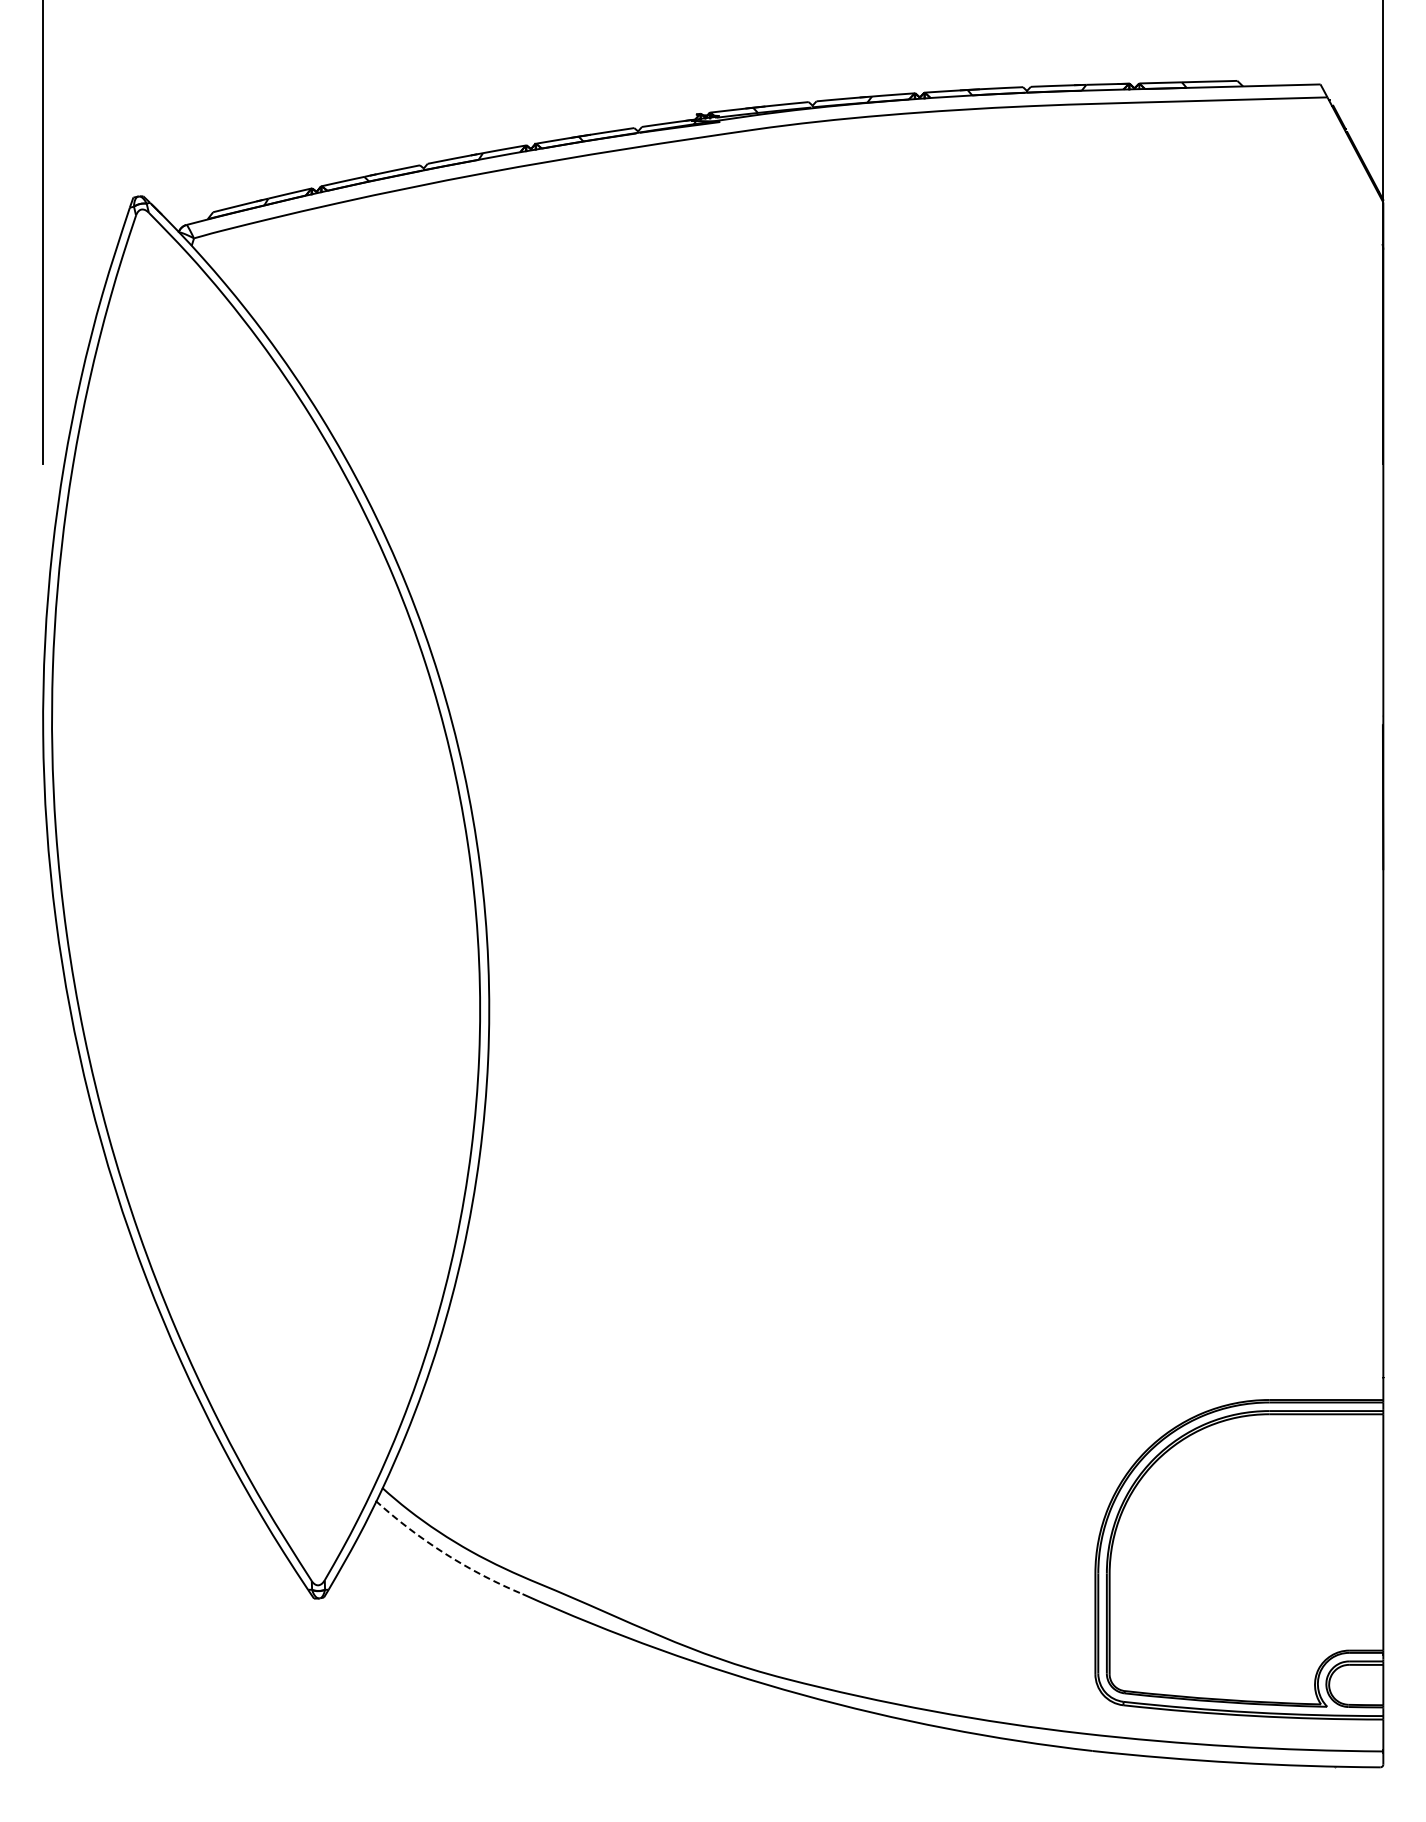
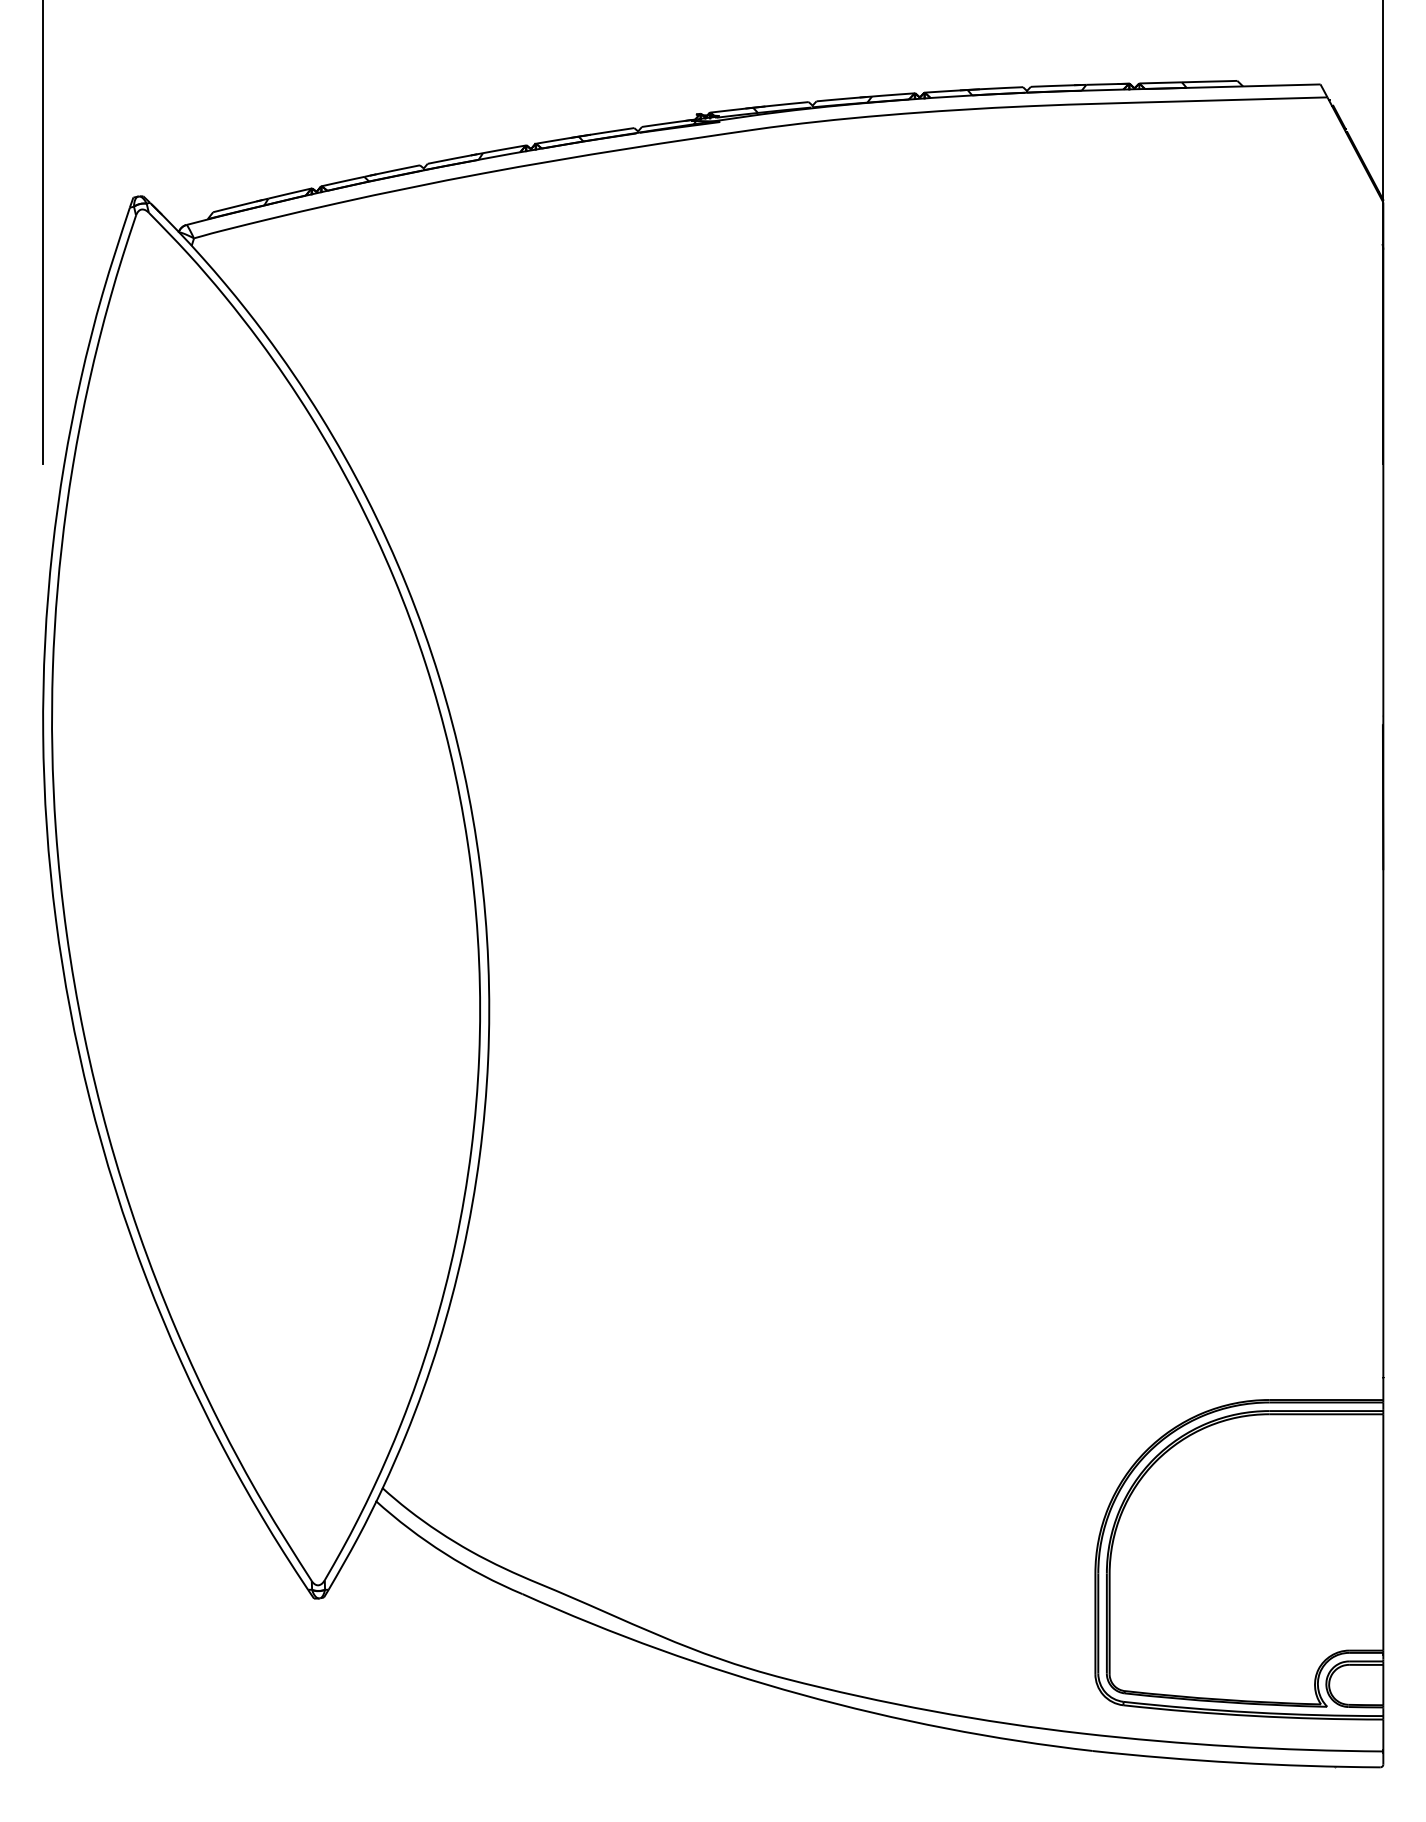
arc at (445, 1553): dashed -> solid
